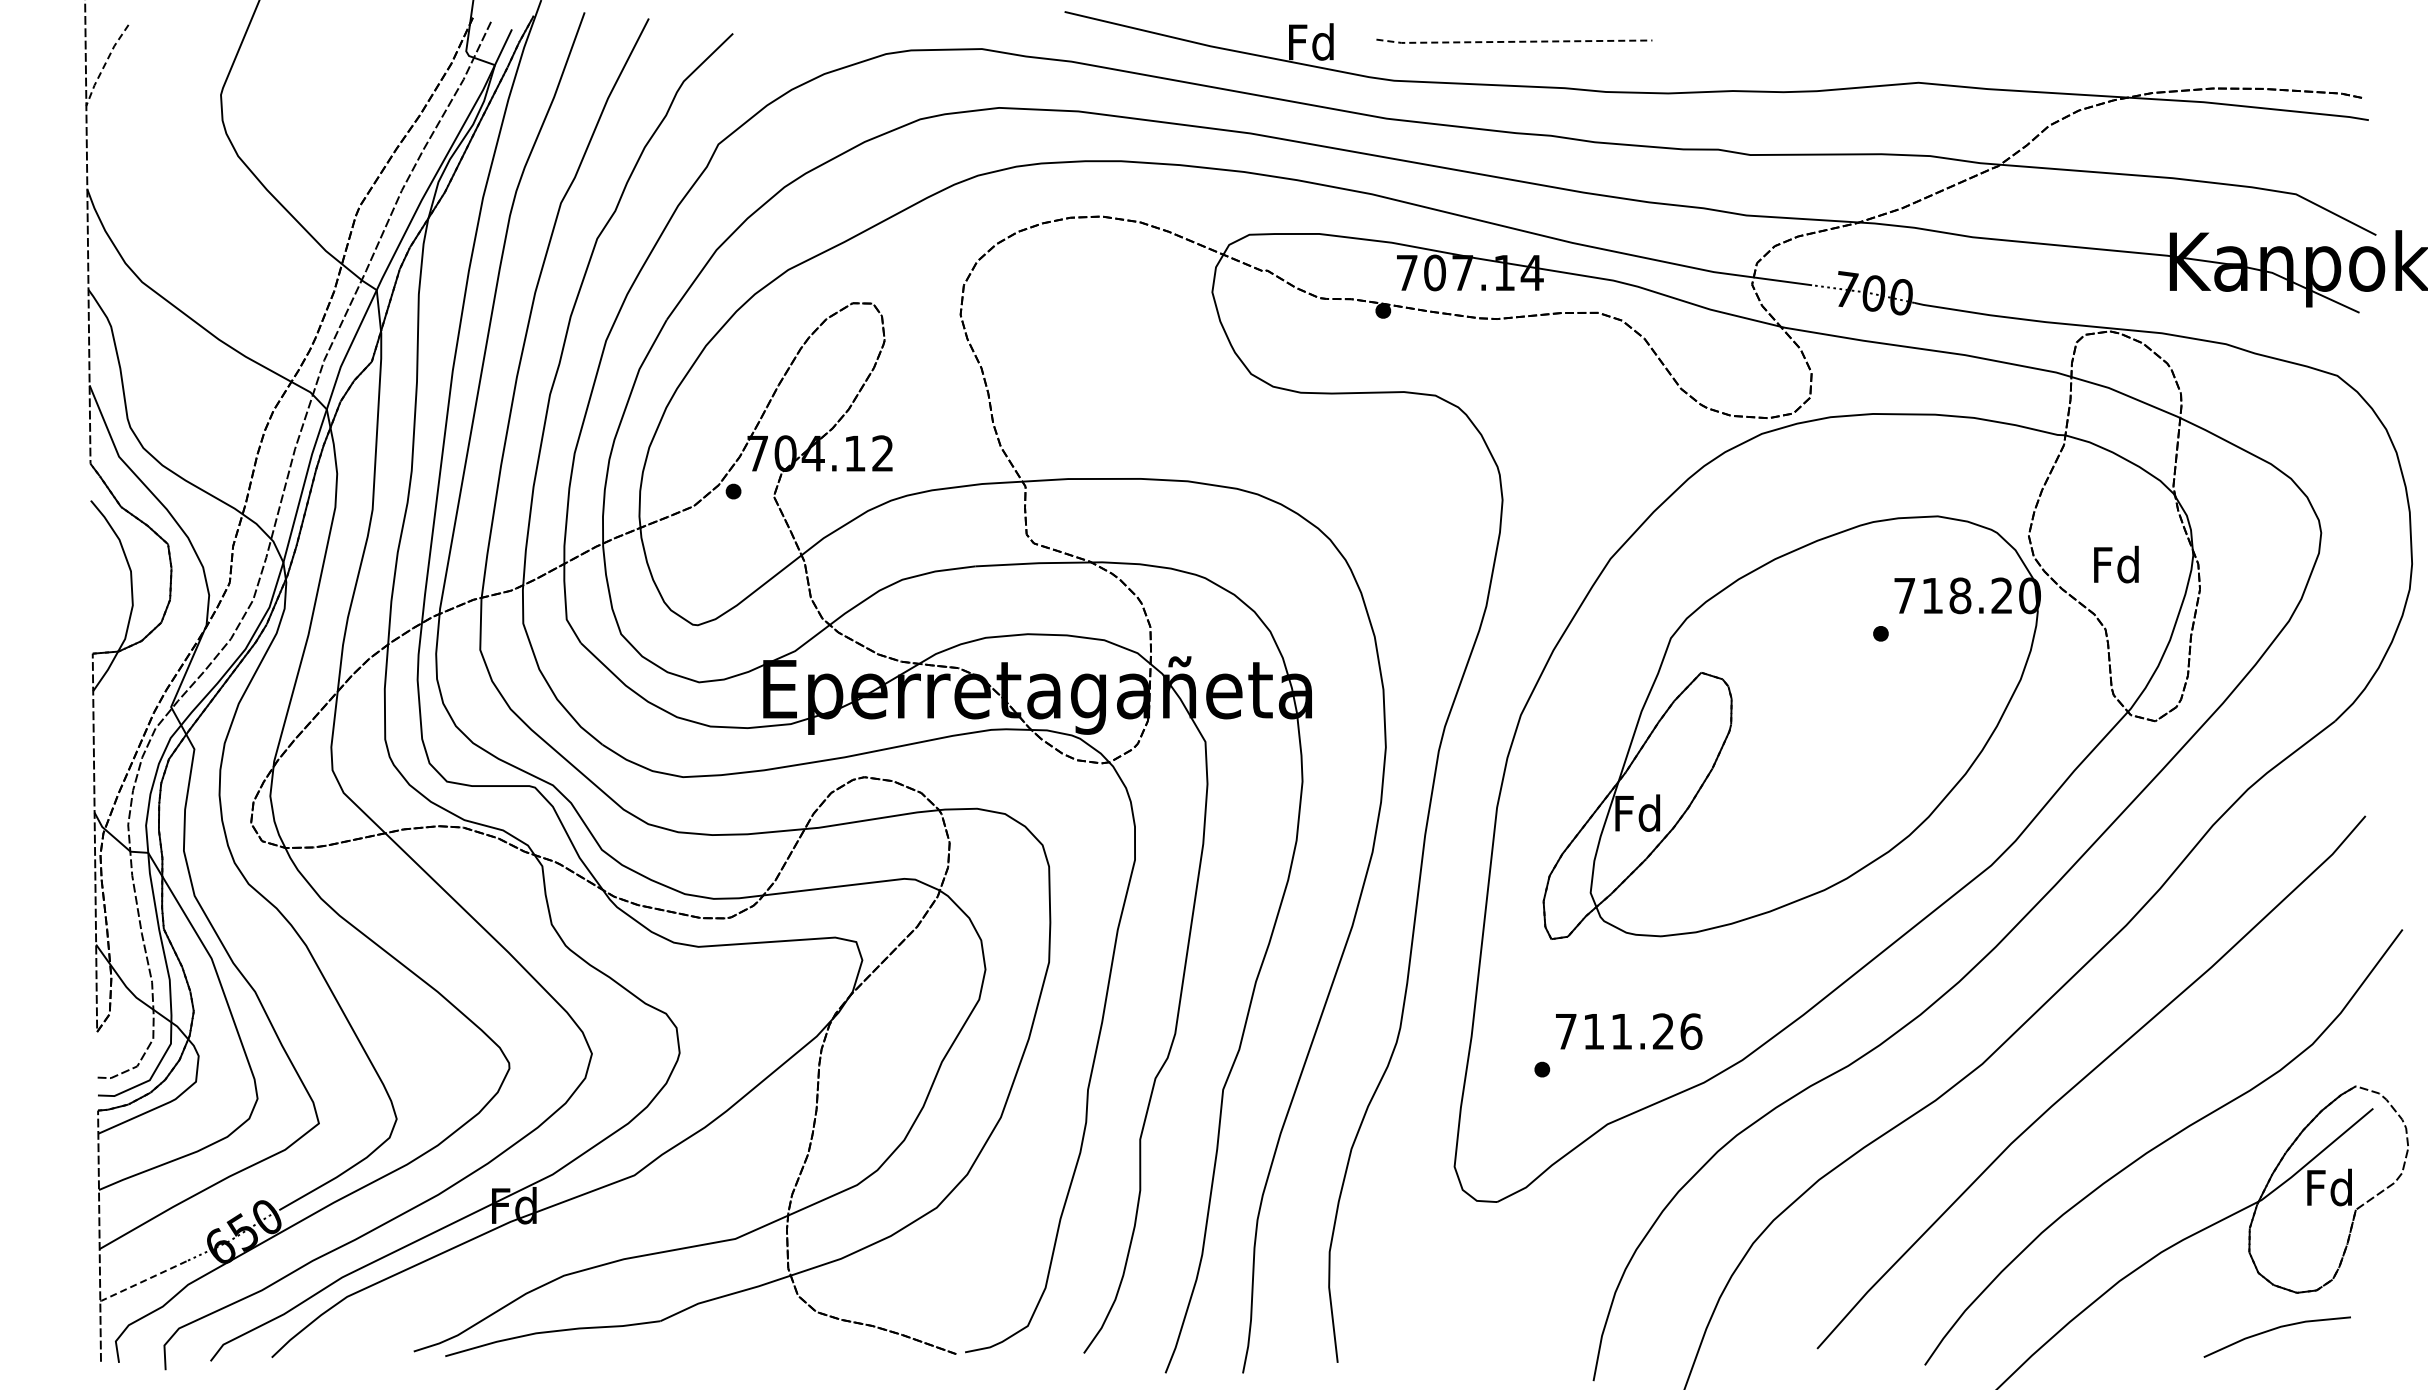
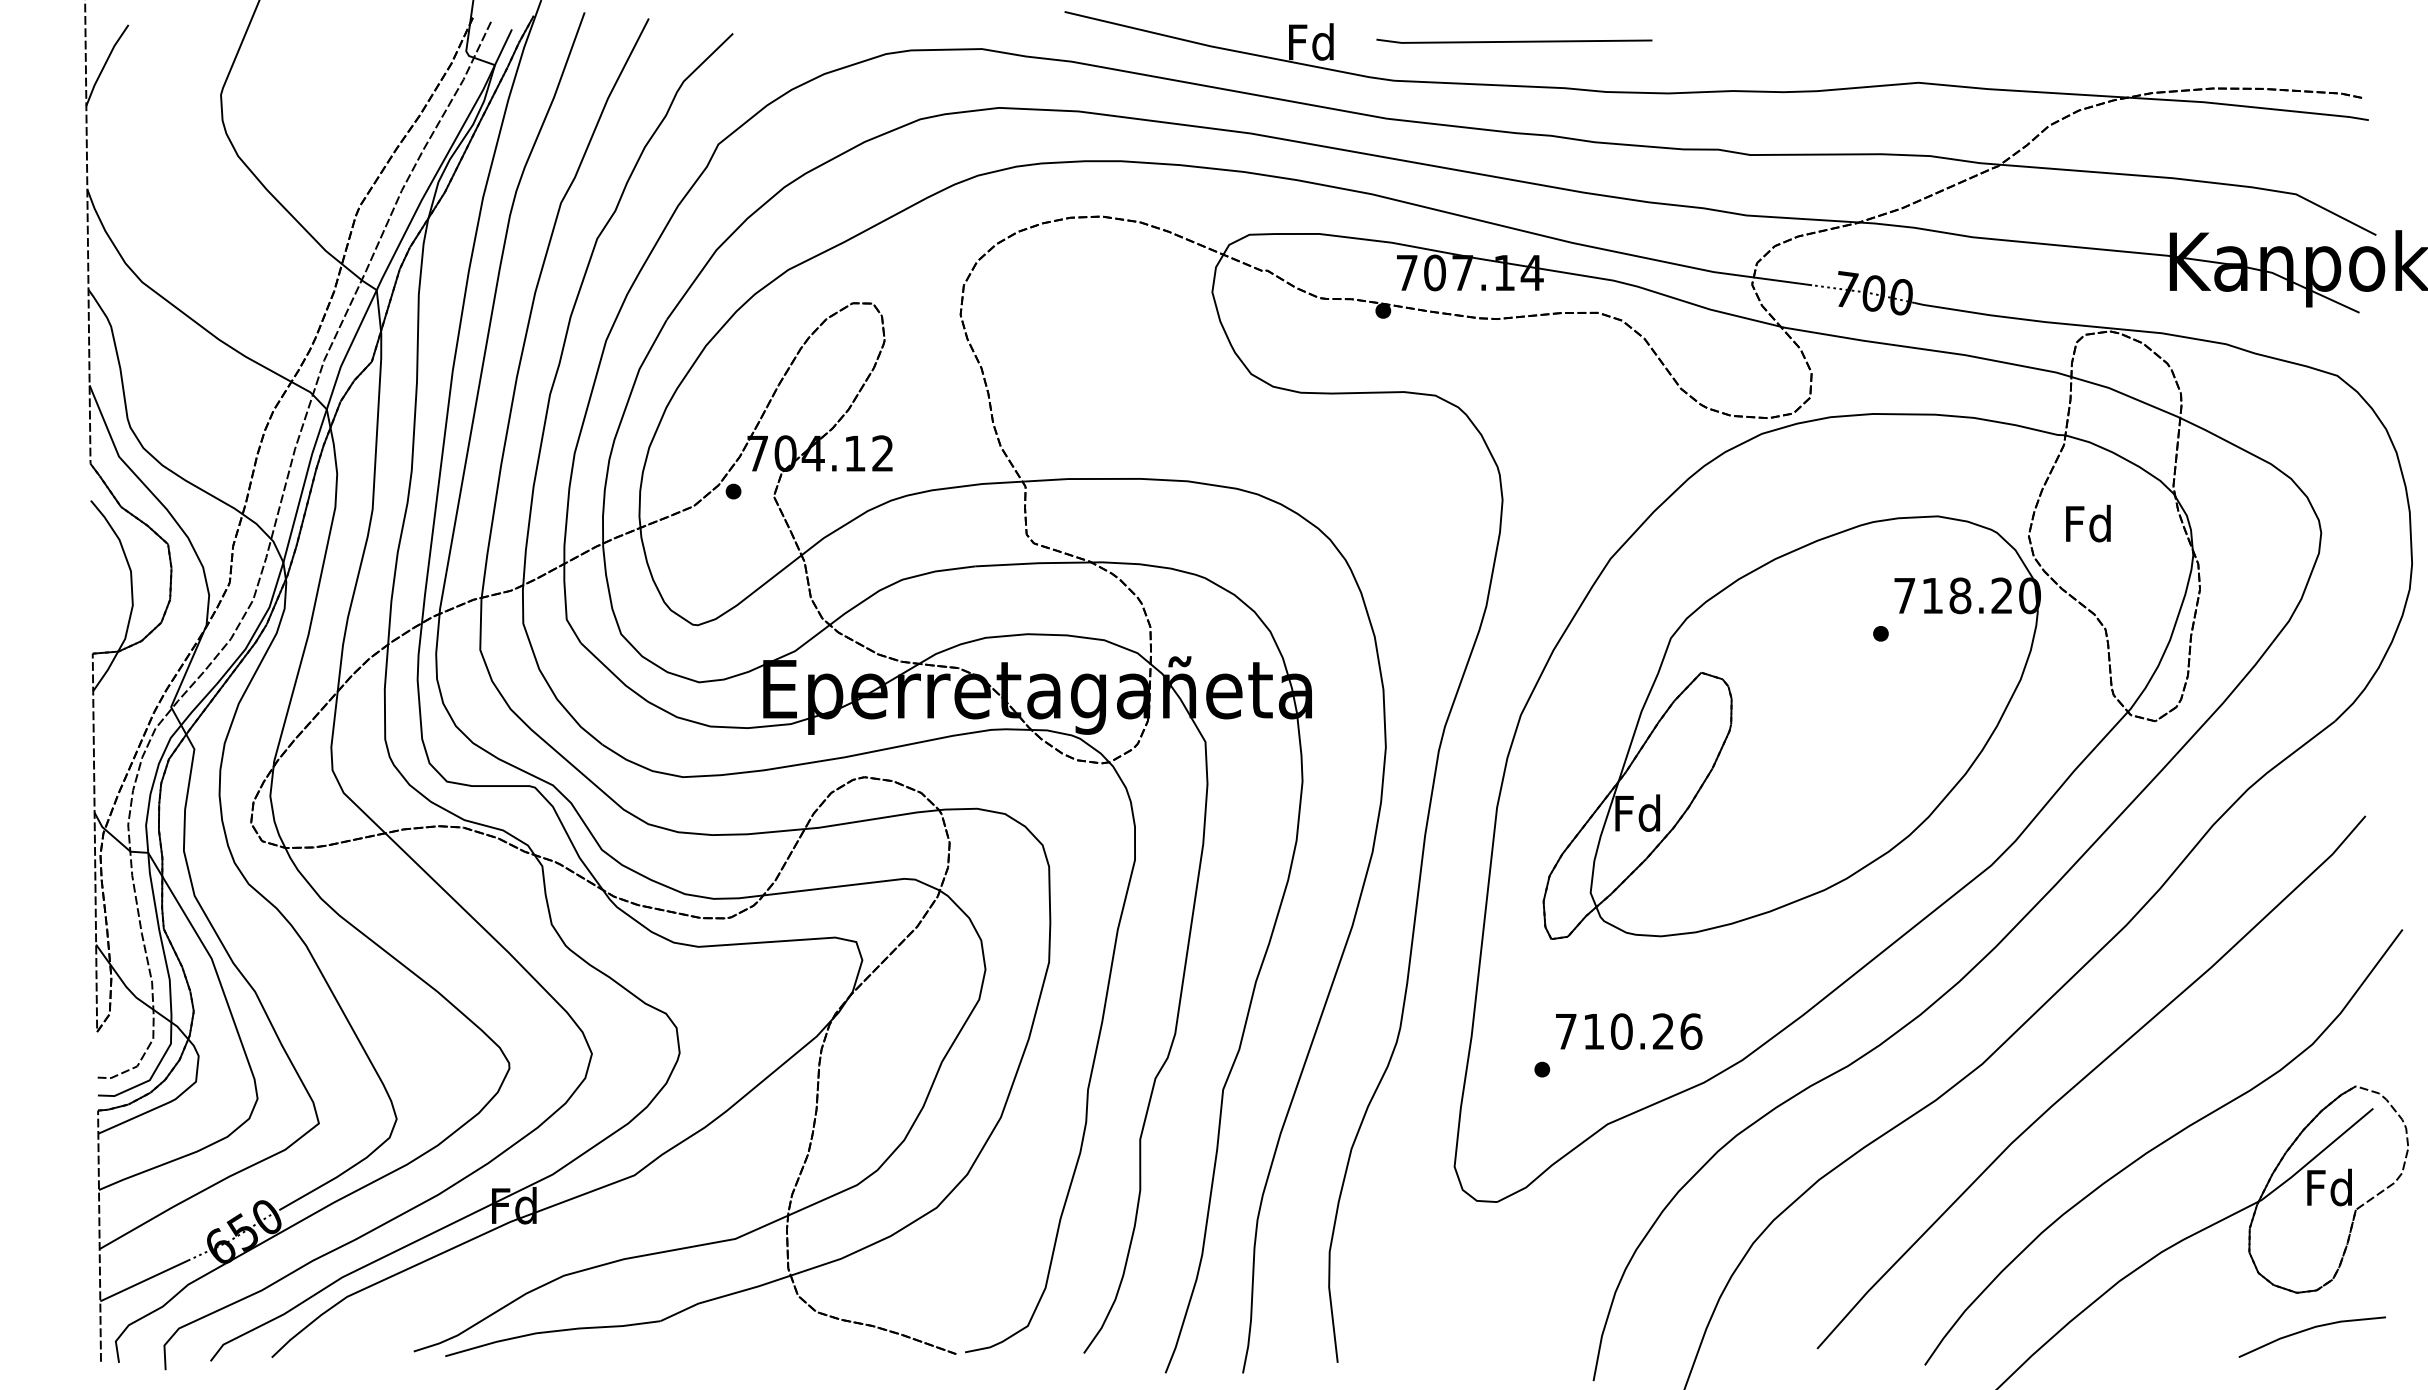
line at (1513, 41): dashed -> solid
line at (105, 64): dashed -> solid
text at (2116, 564) position: (2116, 564) -> (2088, 523)
text at (1621, 1031): 711.26 -> 710.26
line at (143, 1281): dashed -> solid
line at (2273, 1330) position: (2273, 1330) -> (2308, 1330)
